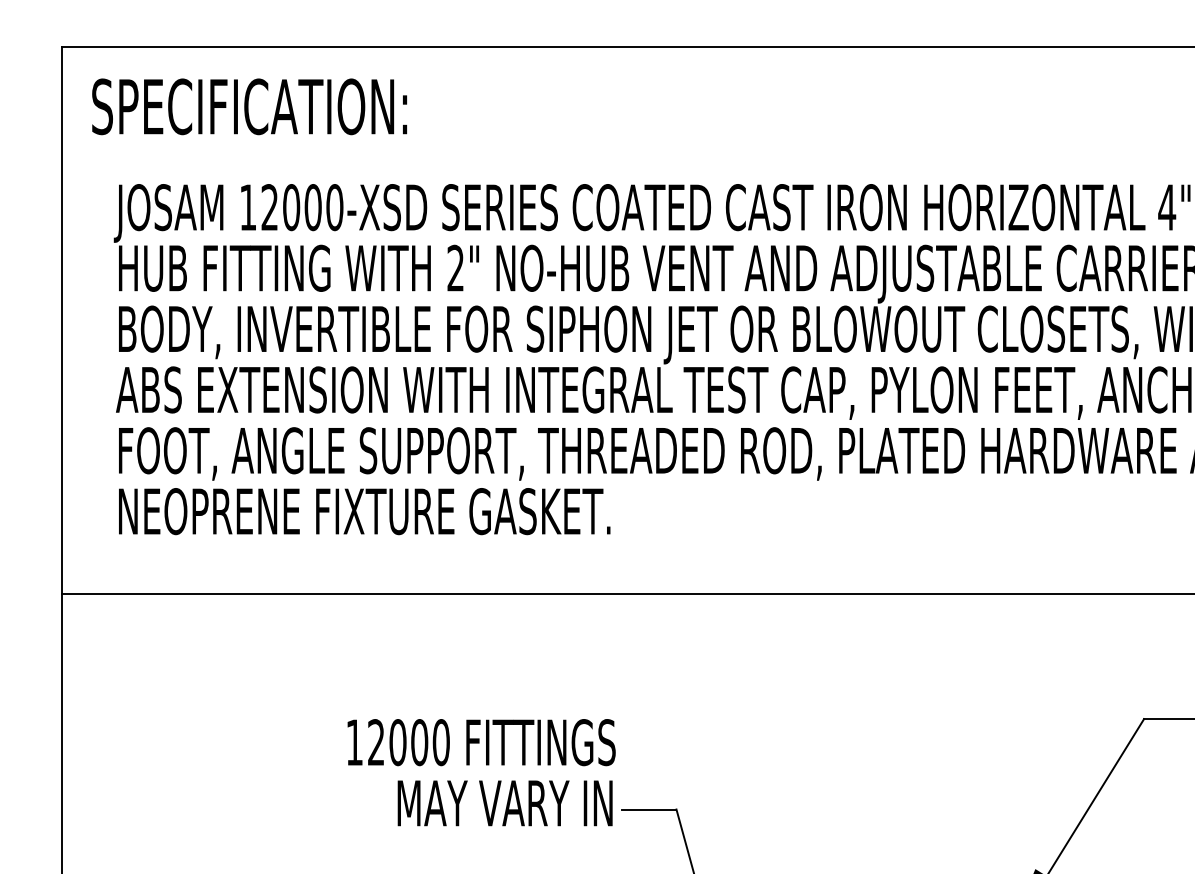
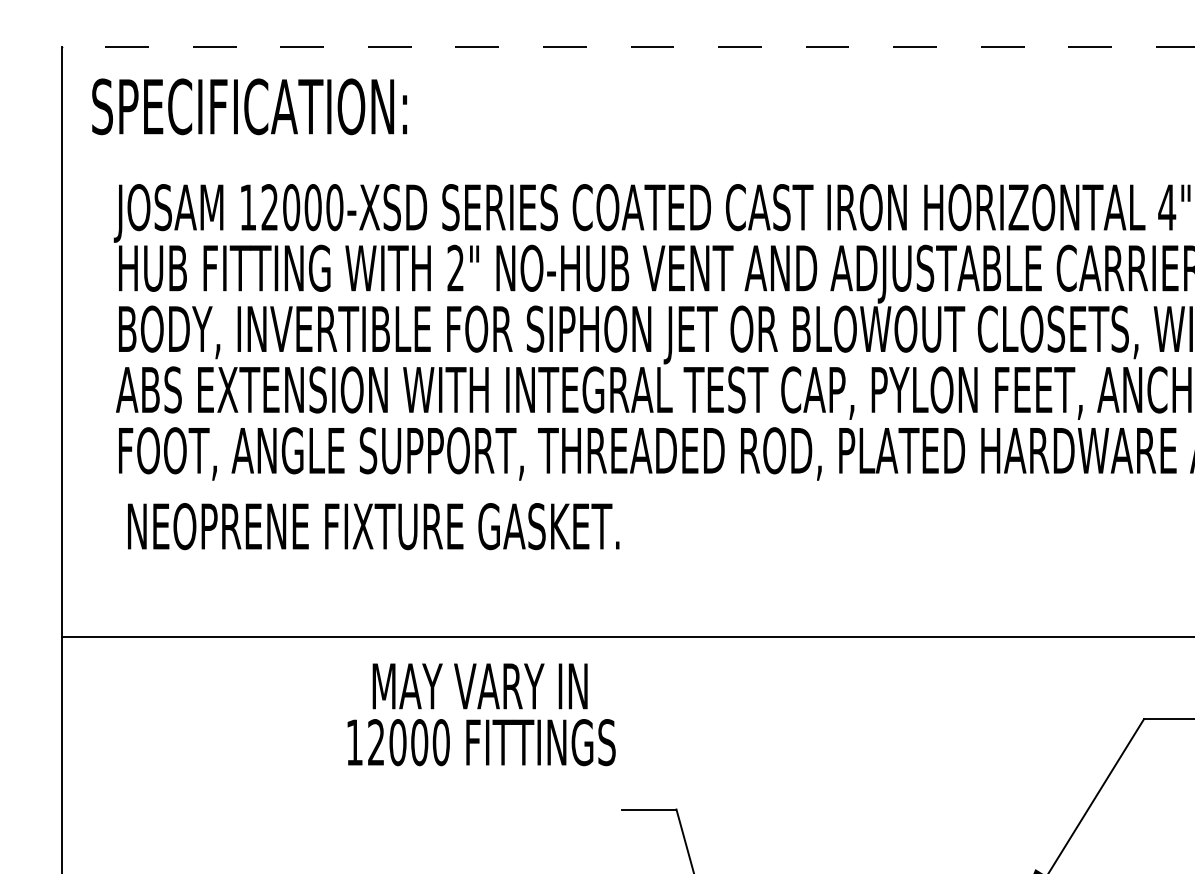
line at (627, 47): solid -> dashed
text at (364, 511) position: (364, 511) -> (373, 526)
line at (626, 594) position: (626, 594) -> (626, 637)
text at (504, 803) position: (504, 803) -> (479, 686)
